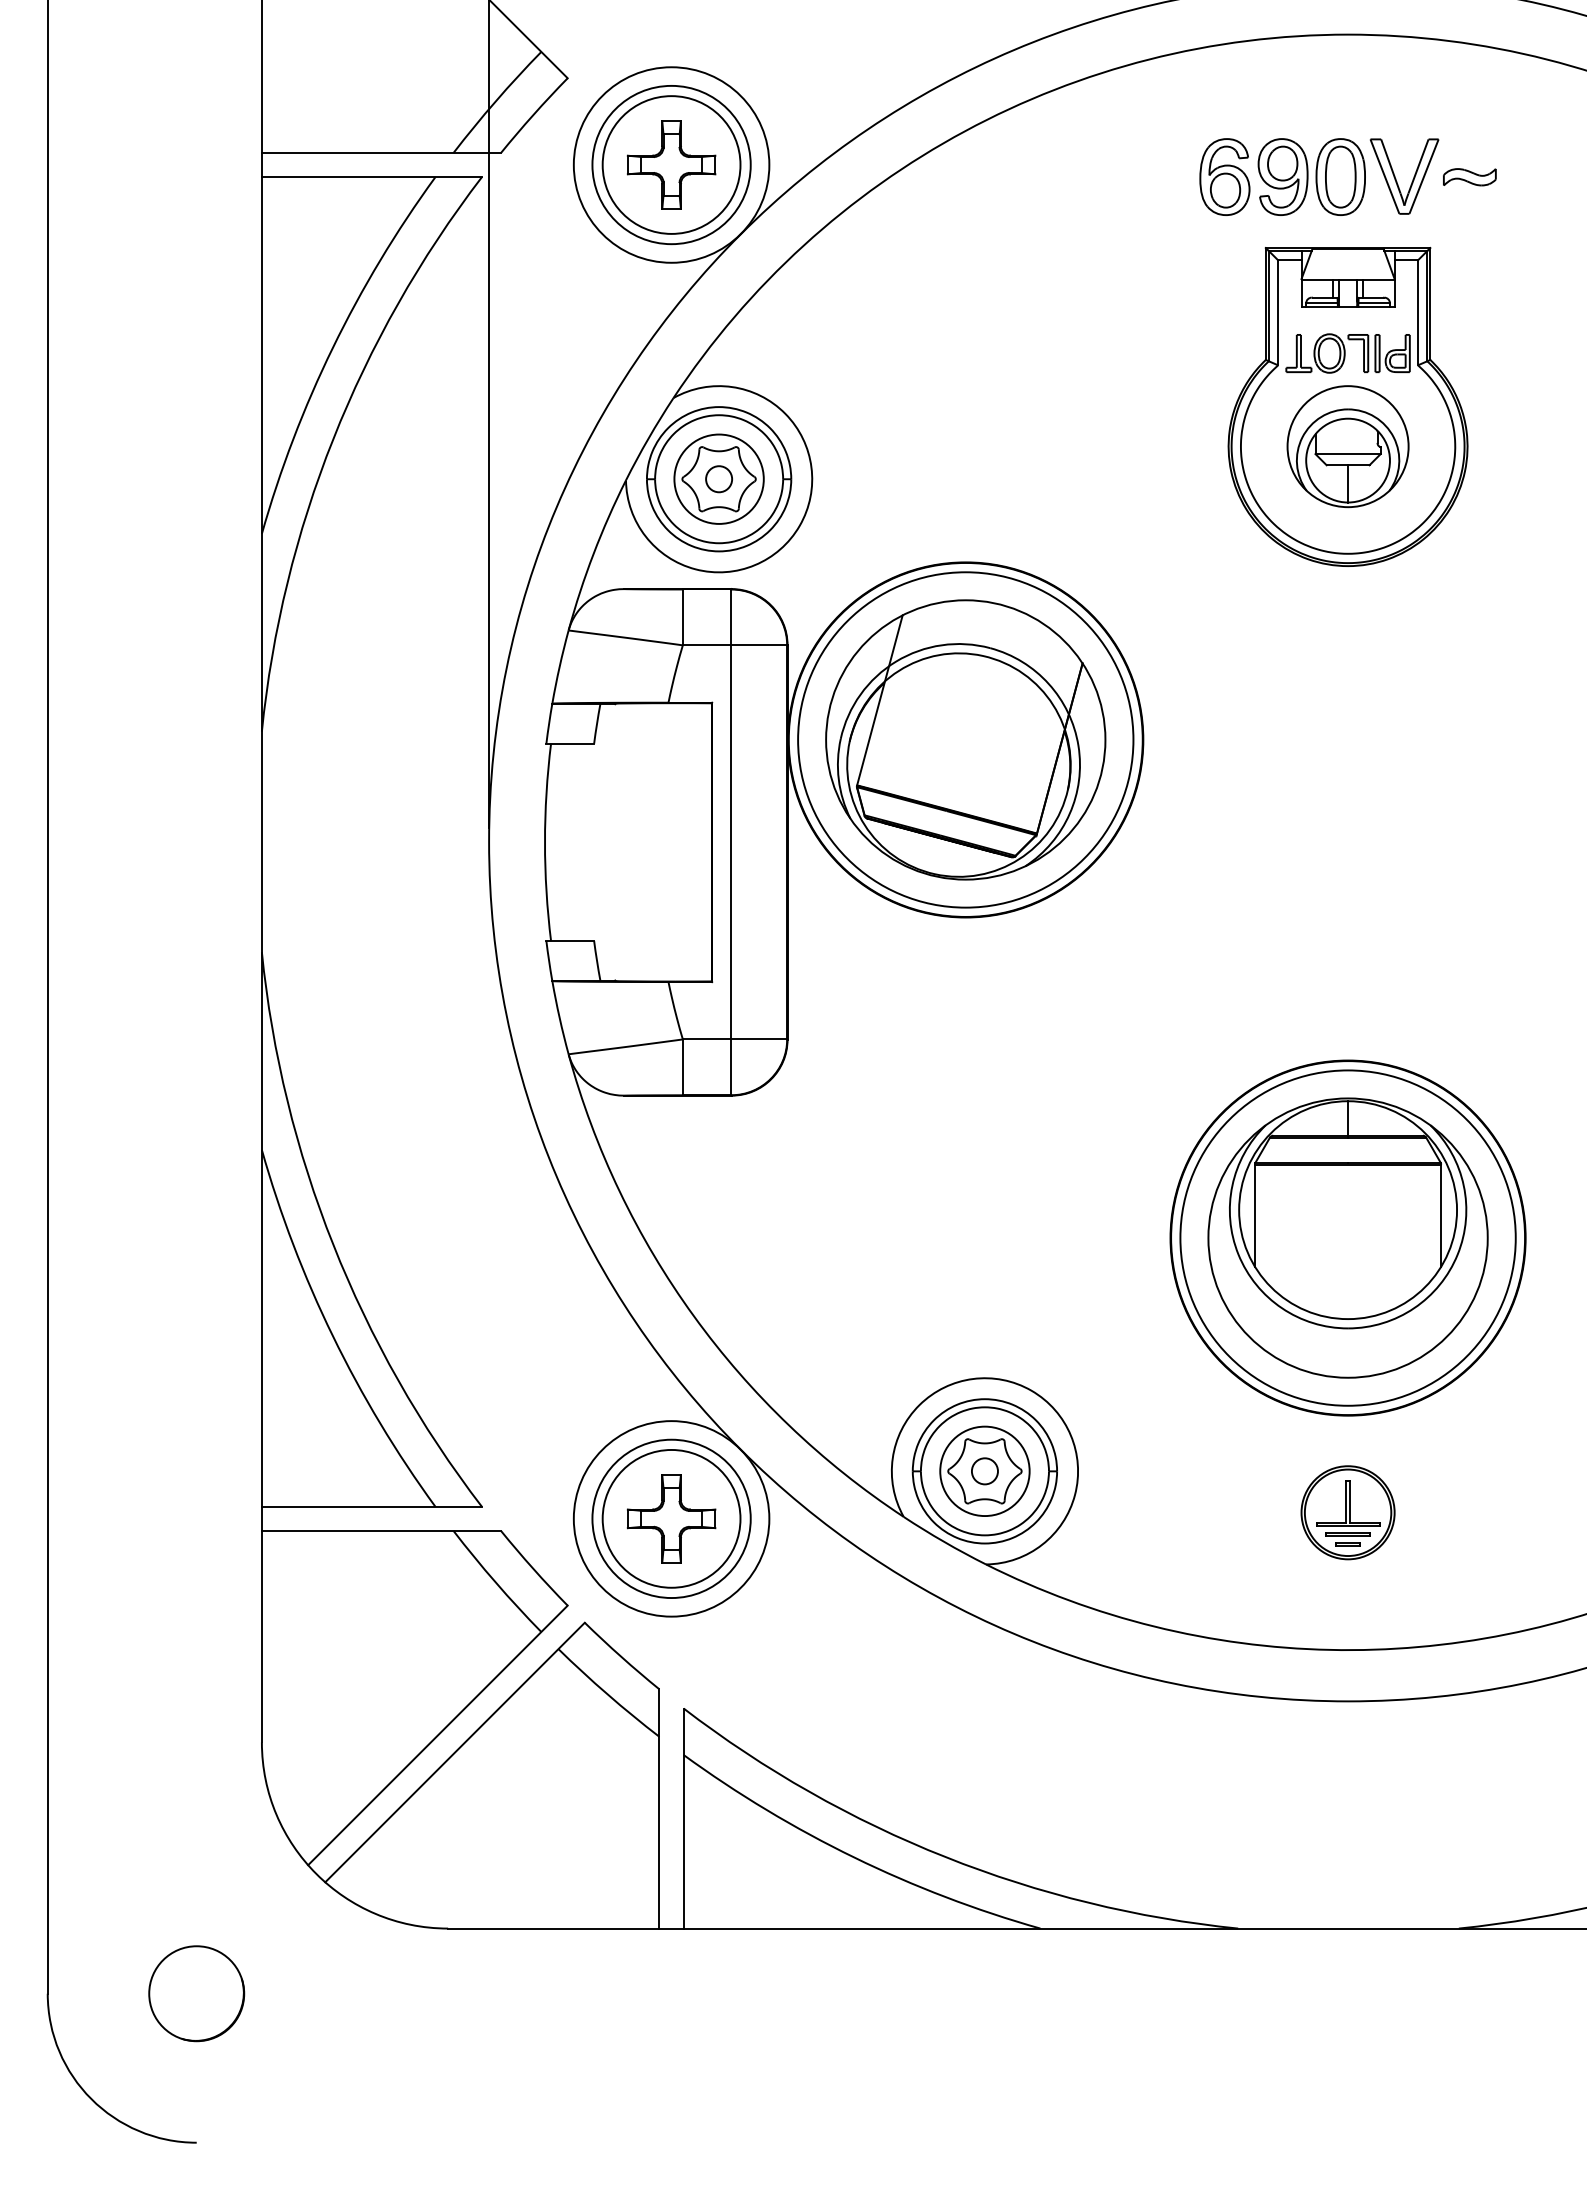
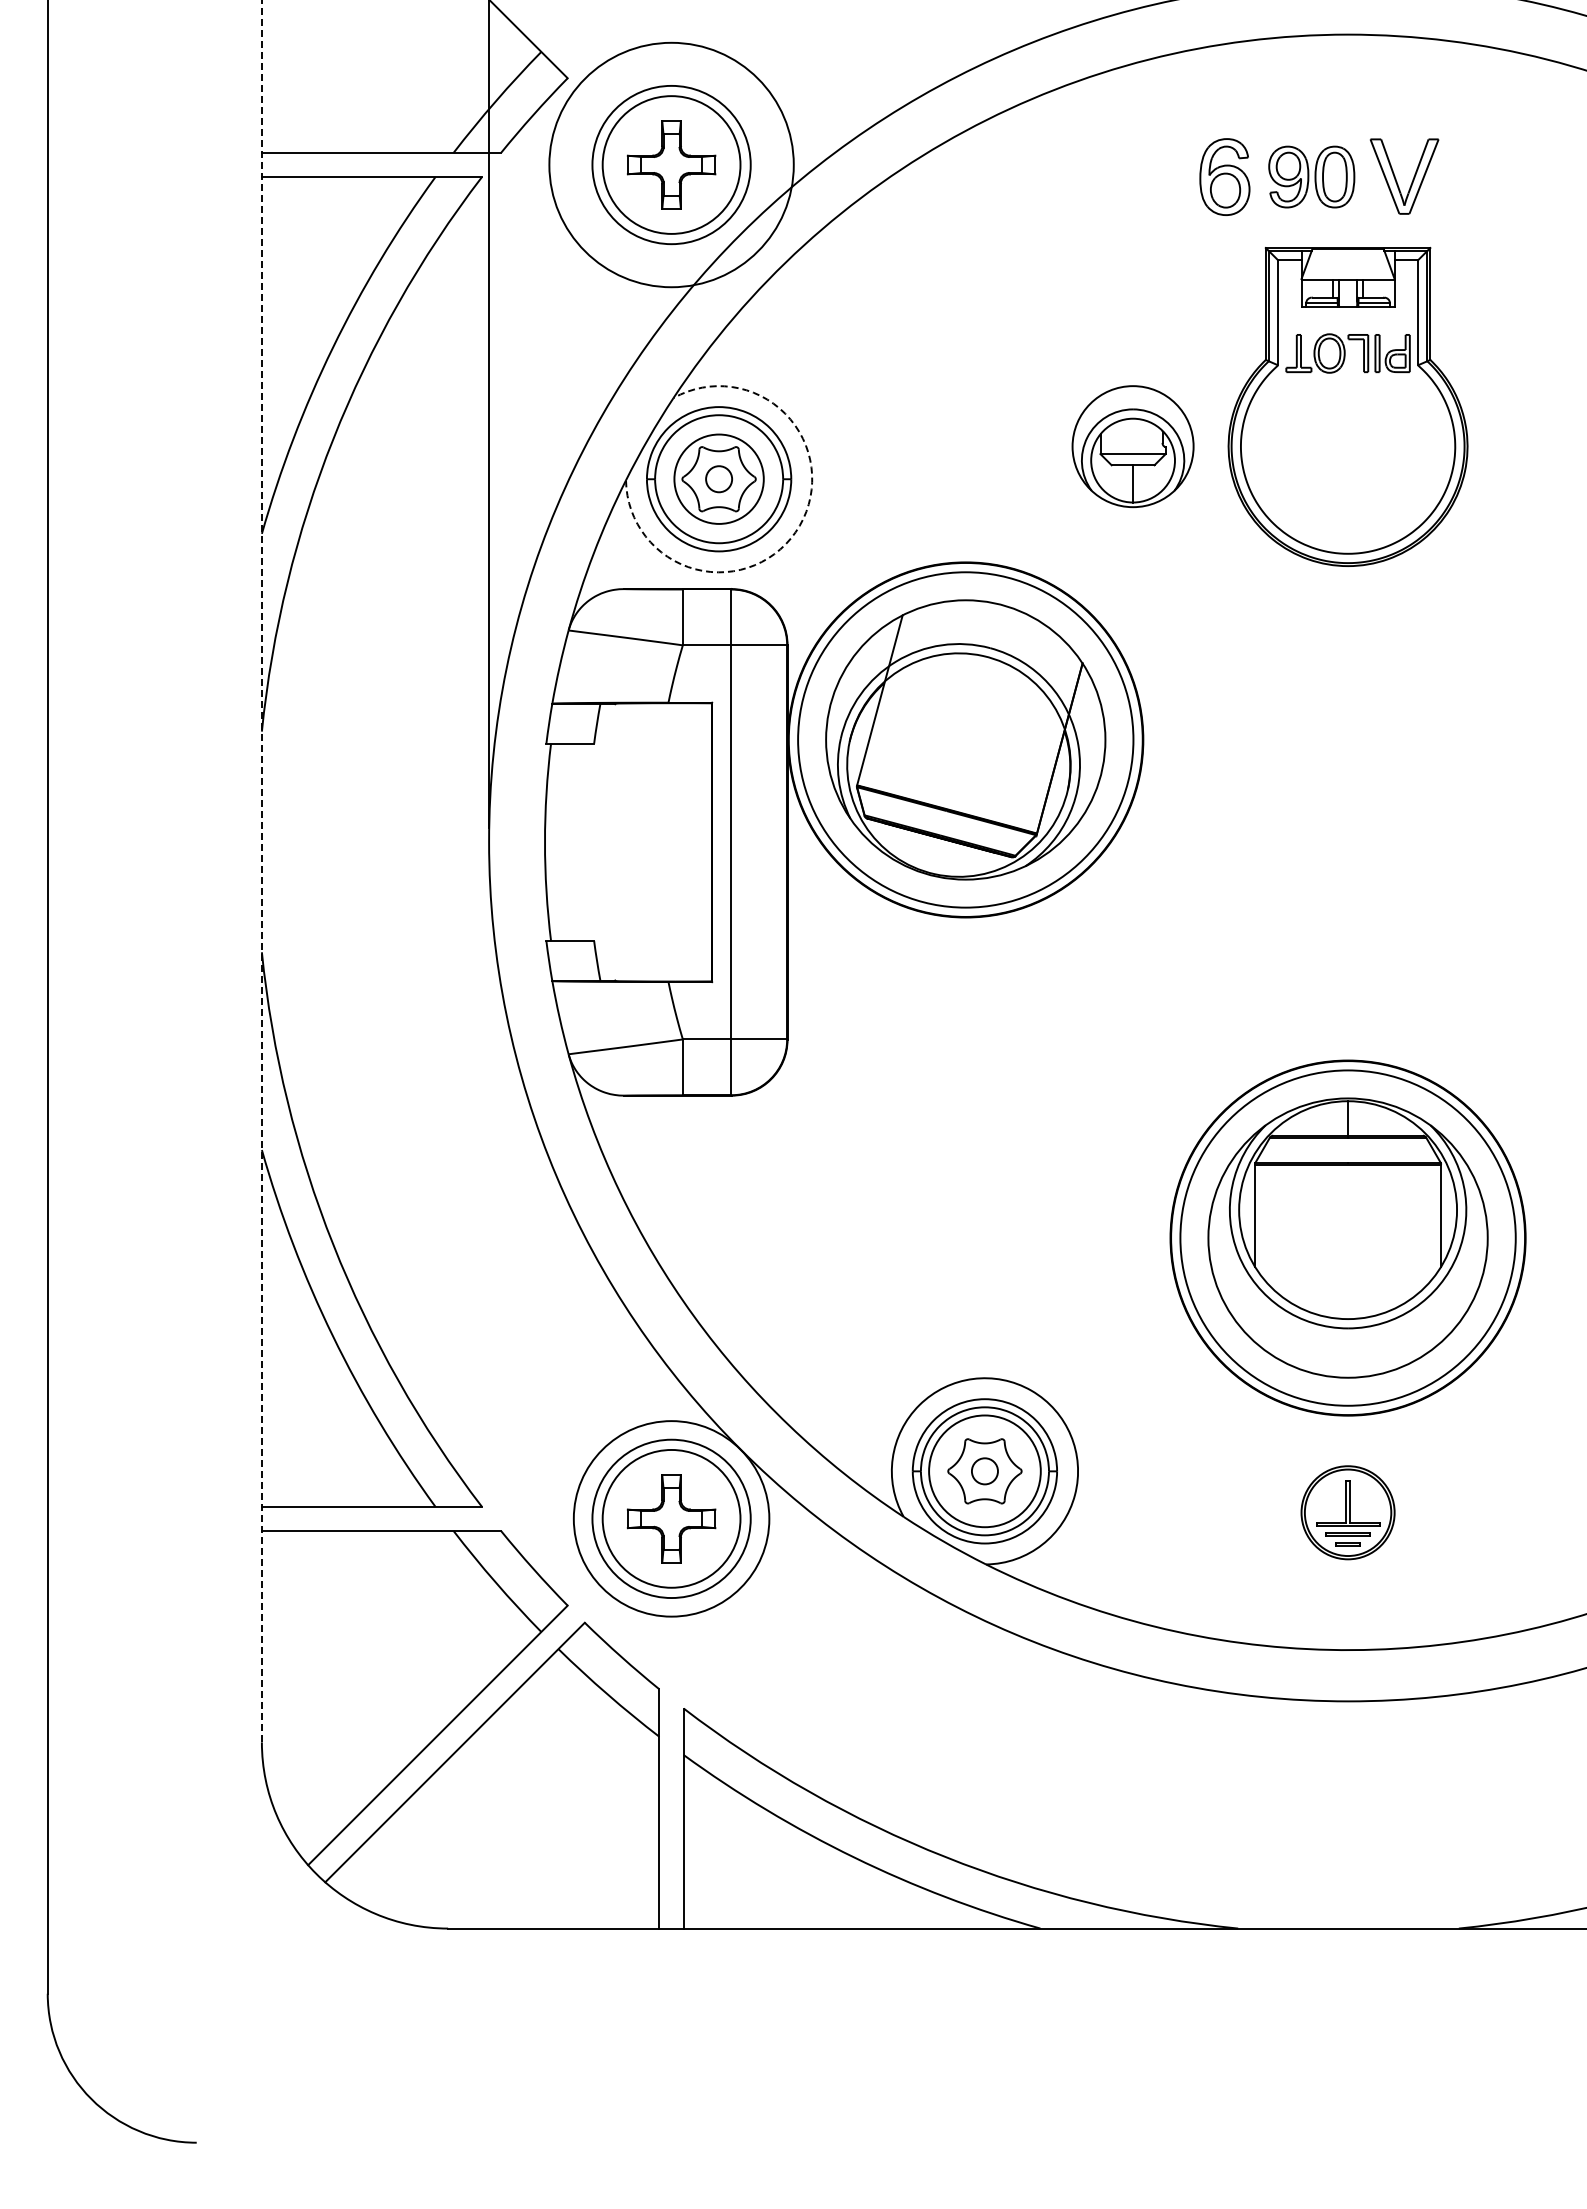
circle at (671, 164) diameter: 196 px -> 244 px
part at (1311, 176) size: 109x78 px -> 88x64 px
part at (1469, 177): present -> none
part at (1347, 446) position: (1347, 446) -> (1132, 446)
arc at (799, 525): solid -> dashed
line at (261, 871): solid -> dashed
circle at (984, 1471) diameter: 89 px -> 112 px
part at (196, 1993): present -> none
